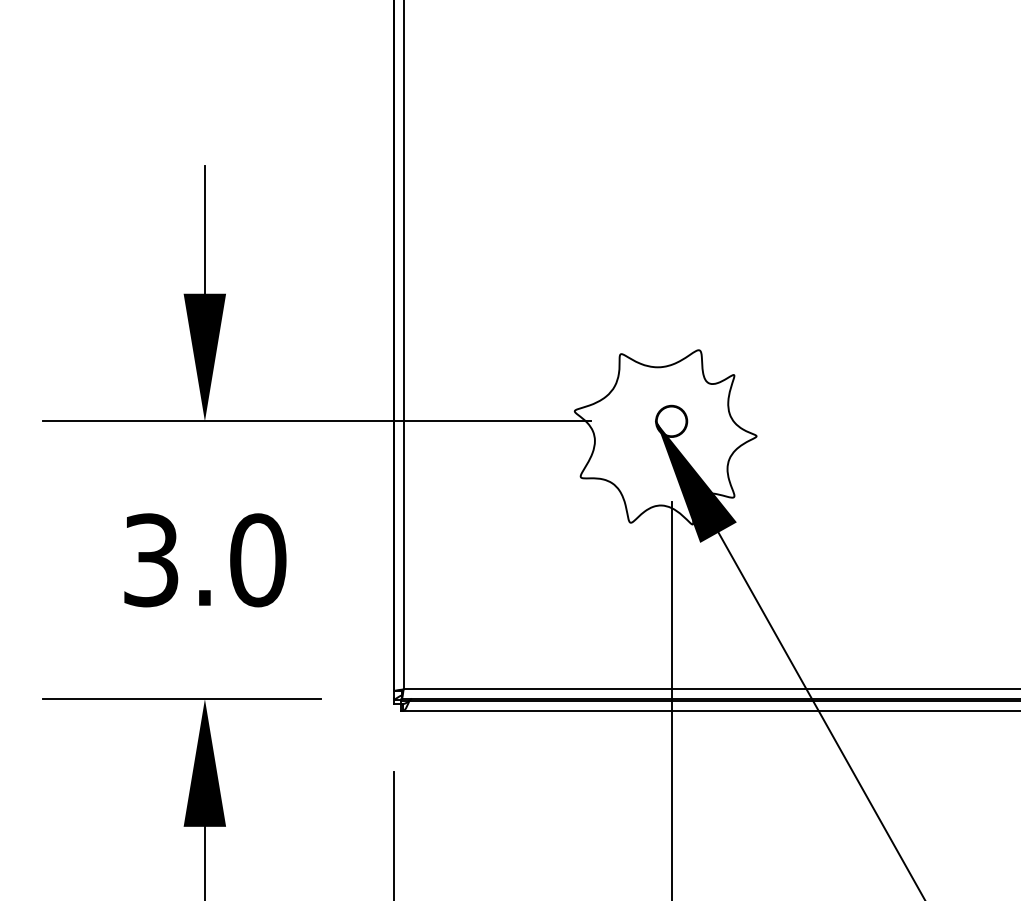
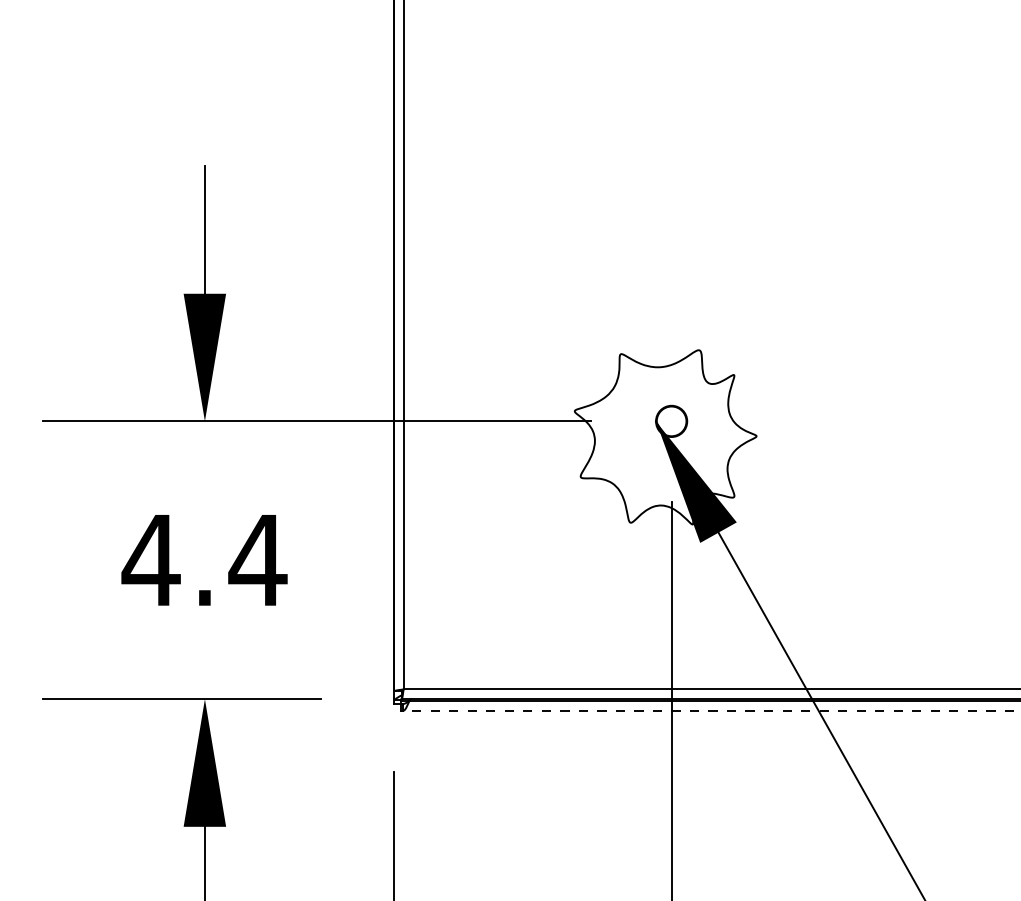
text at (204, 560): 3.0 -> 4.4
line at (711, 710): solid -> dashed
